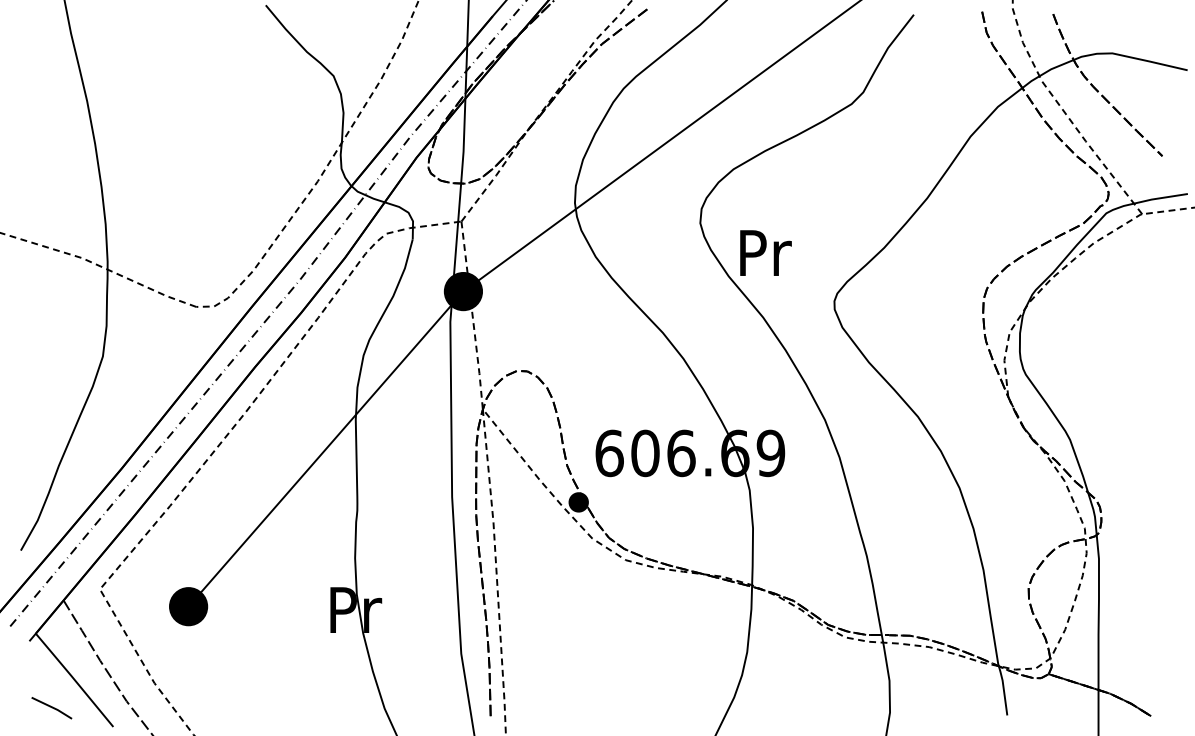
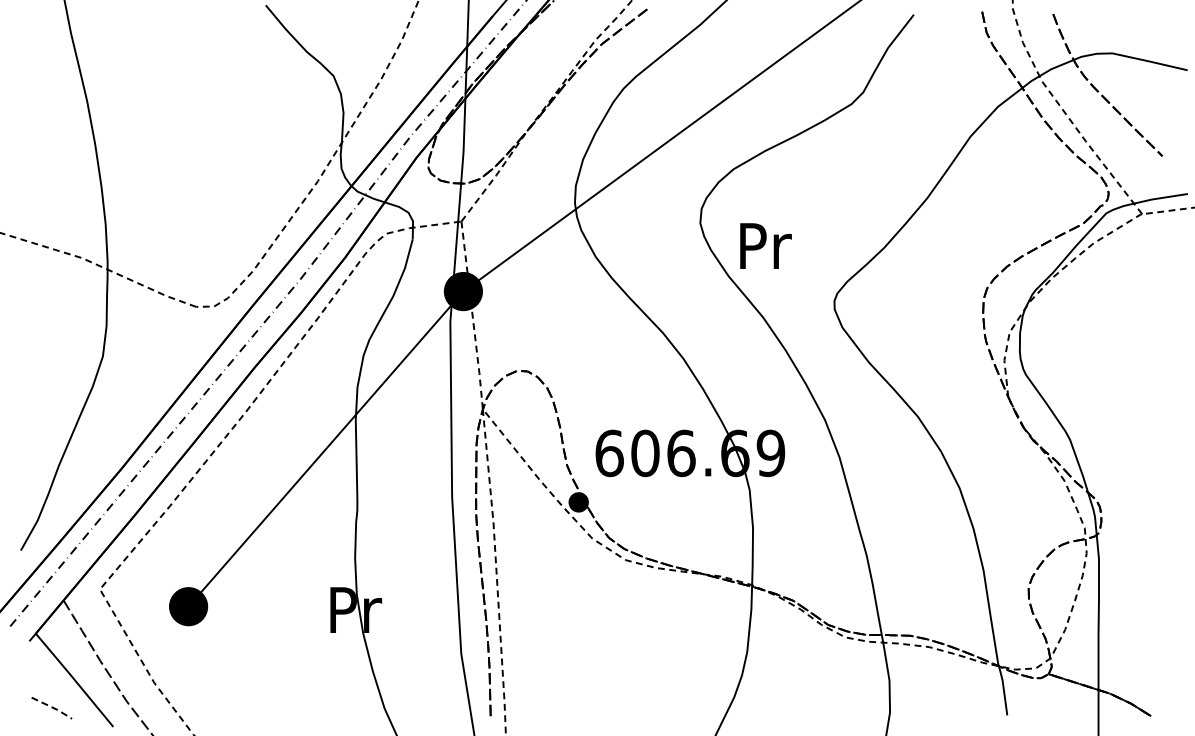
text at (765, 252) position: (765, 252) -> (765, 245)
line at (53, 707): solid -> dashed
